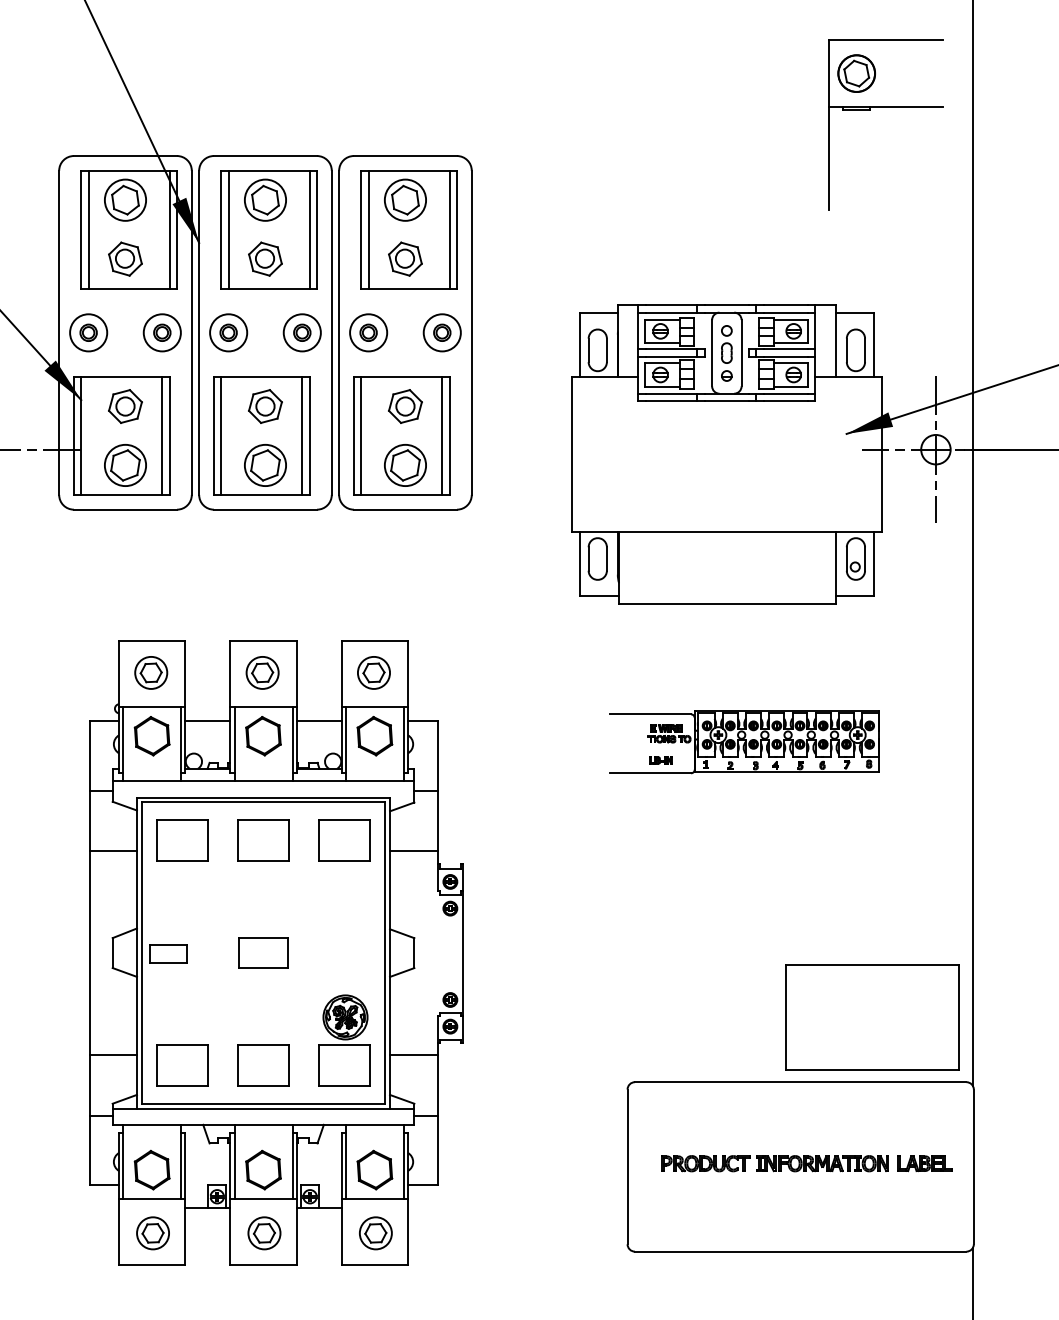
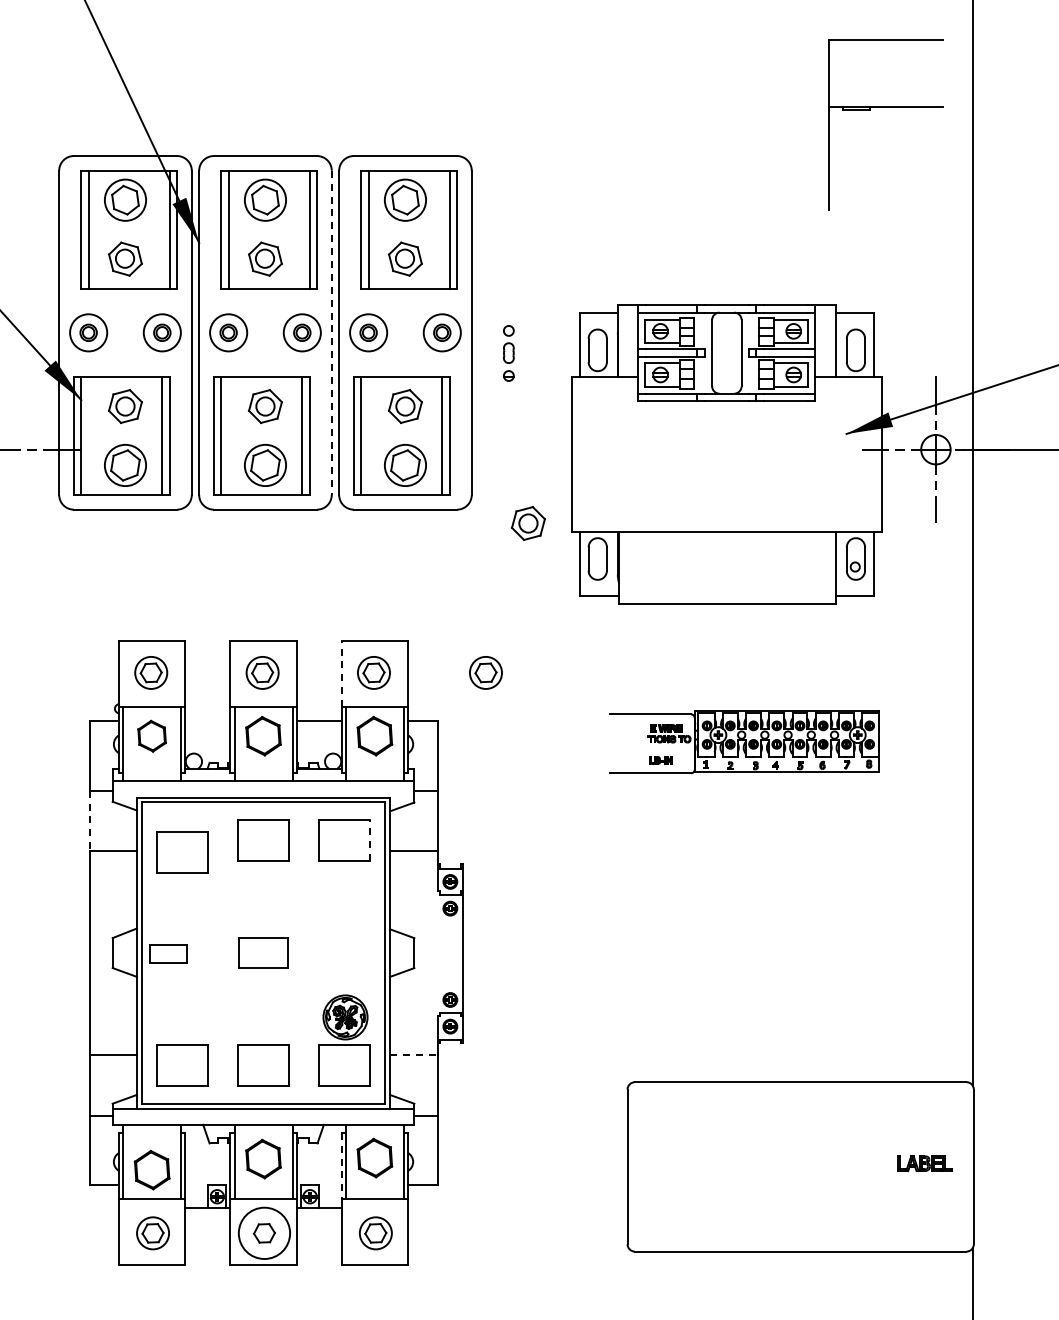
part at (856, 73): present -> none
line at (331, 333): solid -> dashed
part at (726, 353) position: (726, 353) -> (508, 353)
part at (528, 523): none -> present
part at (485, 672): none -> present
line at (341, 673): solid -> dashed
line at (207, 721): present -> none
part at (151, 736) size: 38x41 px -> 30x34 px
line at (89, 821): solid -> dashed
part at (182, 840) position: (182, 840) -> (182, 852)
line at (370, 840): solid -> dashed
part at (872, 1017): present -> none
line at (413, 1055): solid -> dashed
part at (774, 1163): present -> none
line at (341, 1166): solid -> dashed
part at (263, 1169) position: (263, 1169) -> (263, 1158)
part at (374, 1169) position: (374, 1169) -> (374, 1157)
circle at (264, 1233) diameter: 32 px -> 51 px
